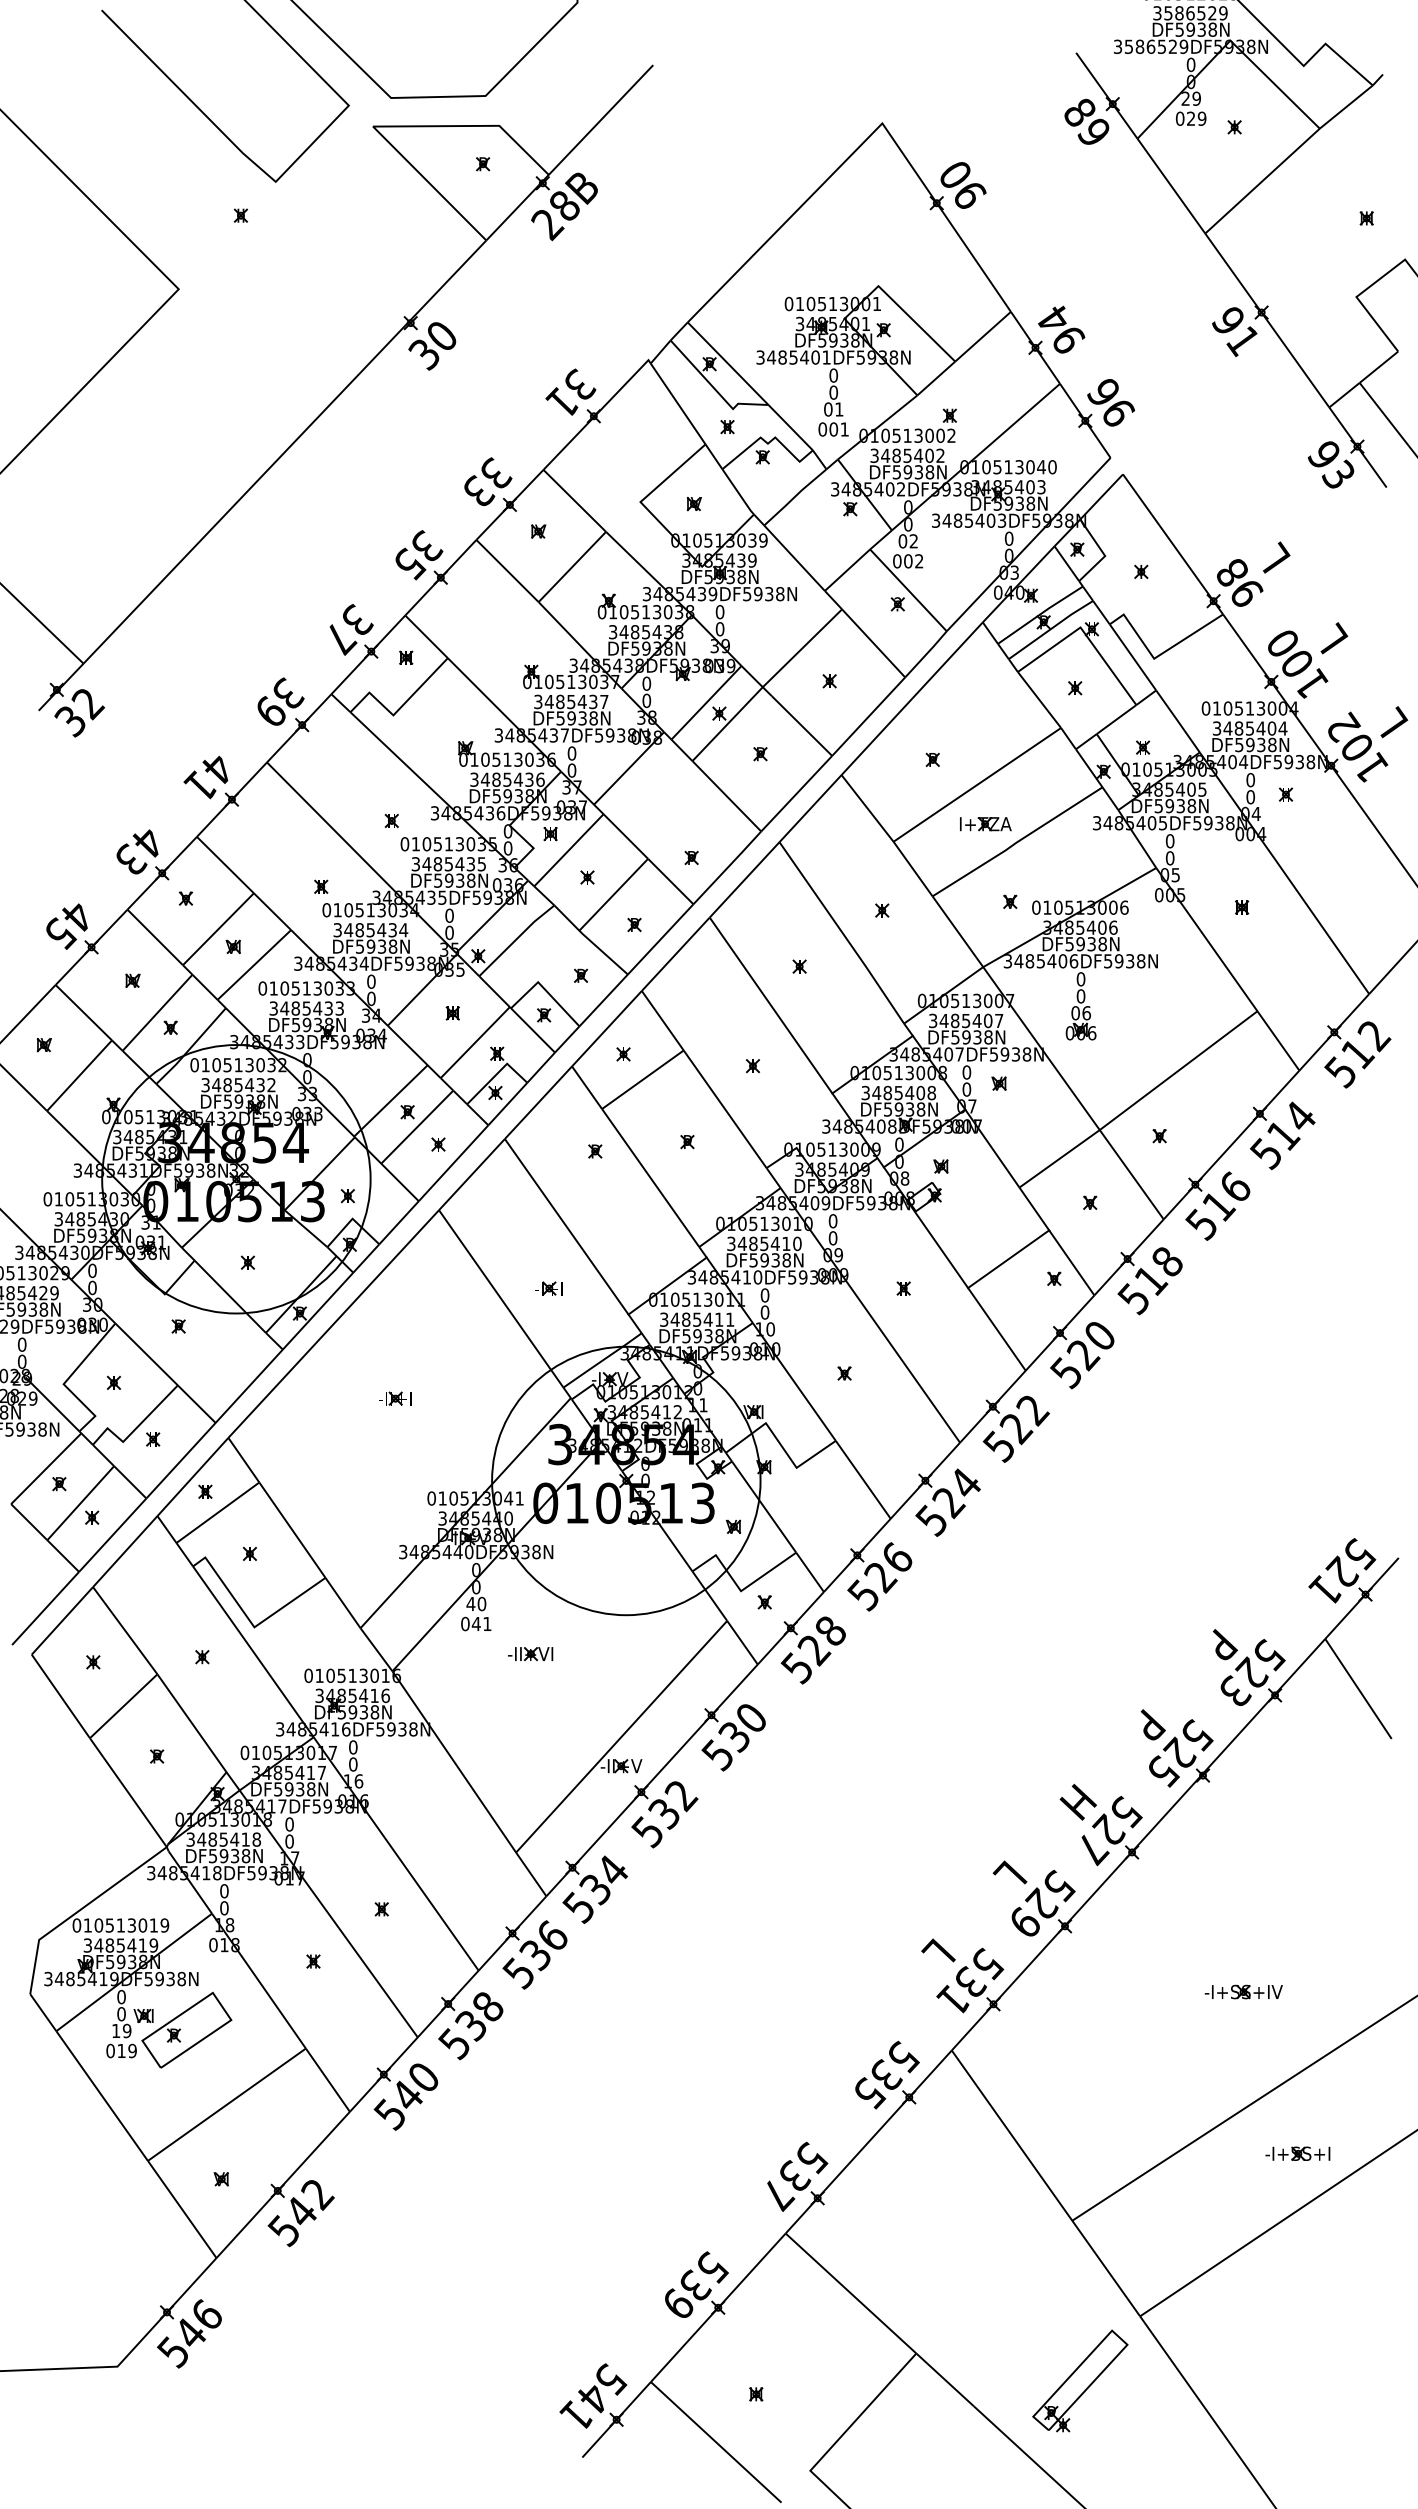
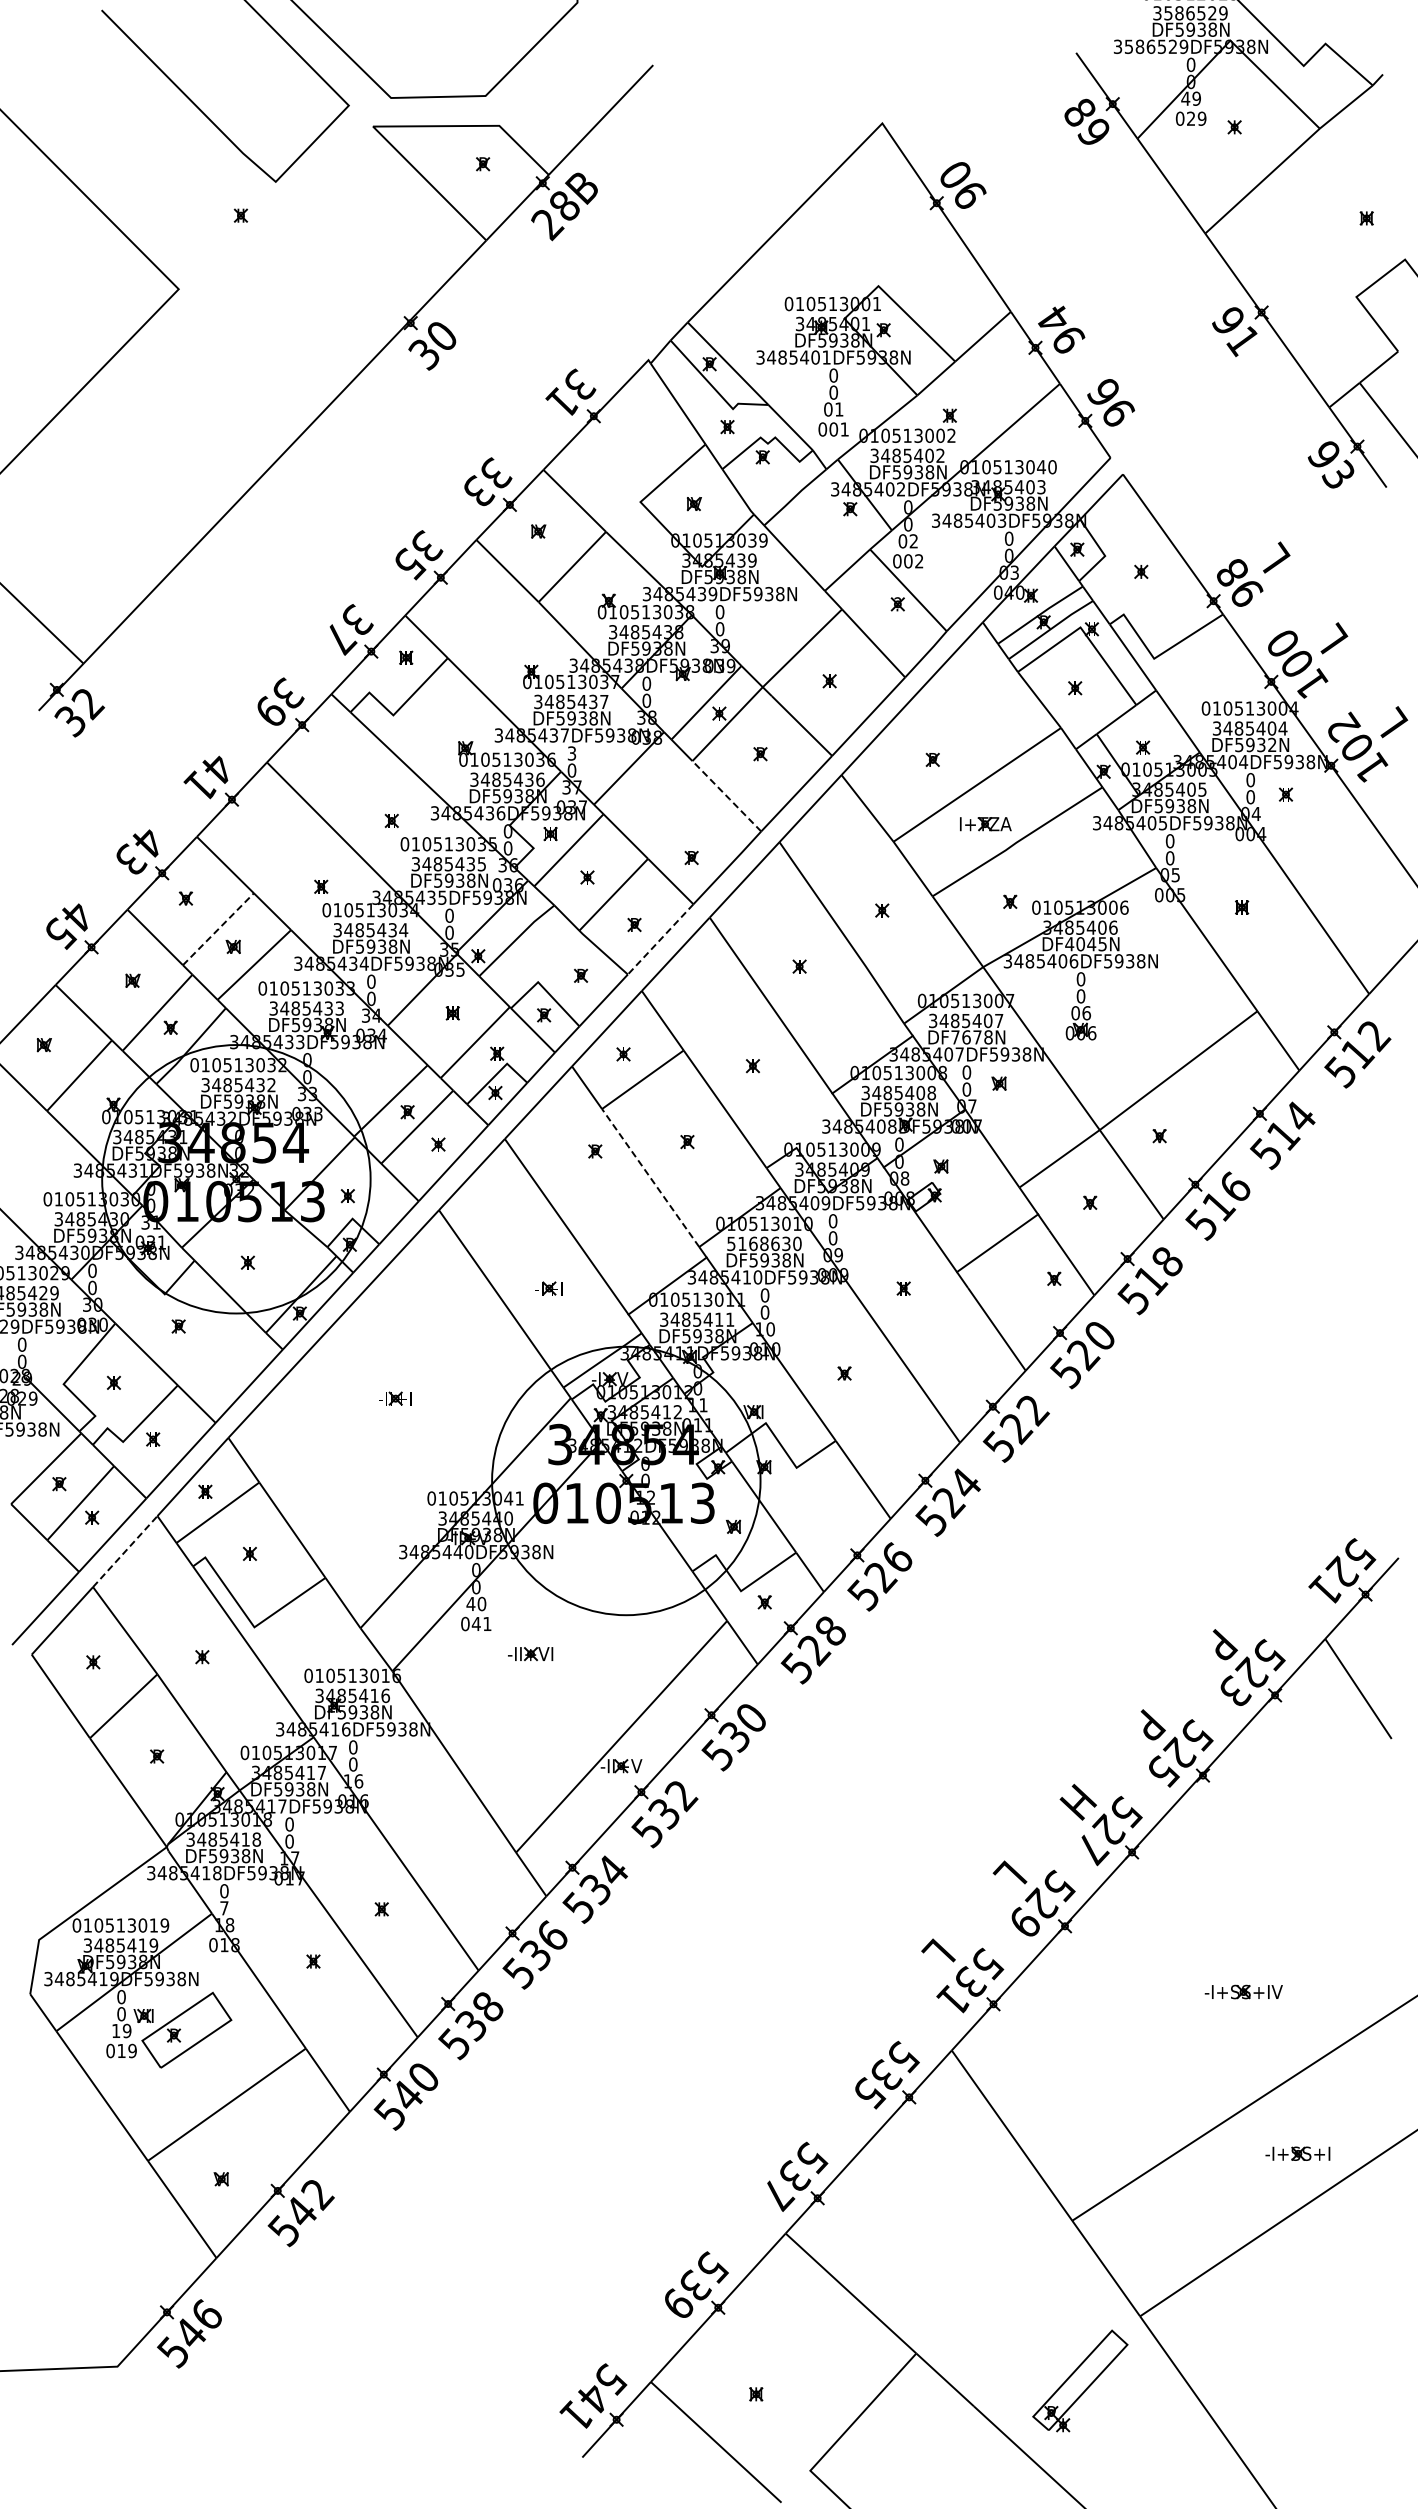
text at (1185, 98): 29 -> 49
text at (1272, 744): DF5938N -> DF5932N
text at (571, 753): 0 -> 3
line at (726, 795): solid -> dashed
line at (218, 929): solid -> dashed
line at (660, 939): solid -> dashed
text at (1085, 944): DF5938N -> DF4045N
text at (966, 1037): DF5938N -> DF7678N
line at (650, 1178): solid -> dashed
text at (758, 1243): 3485410 -> 5168630
line at (1008, 1259) position: (1008, 1259) -> (997, 1243)
line at (125, 1551): solid -> dashed
text at (224, 1908): 0 -> 7
